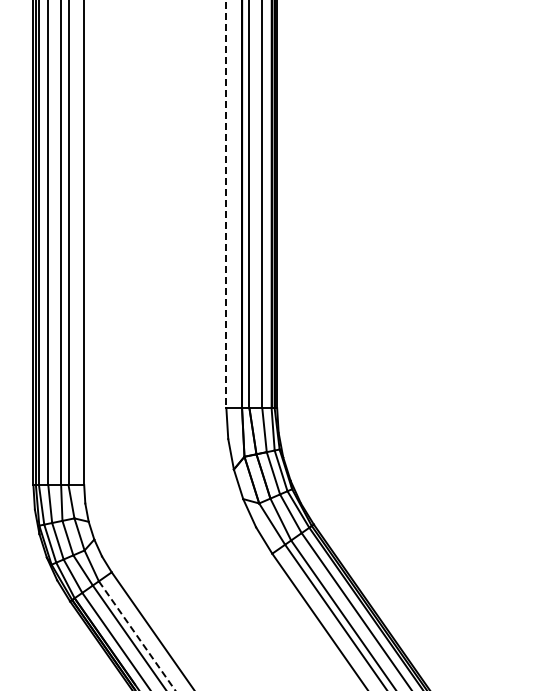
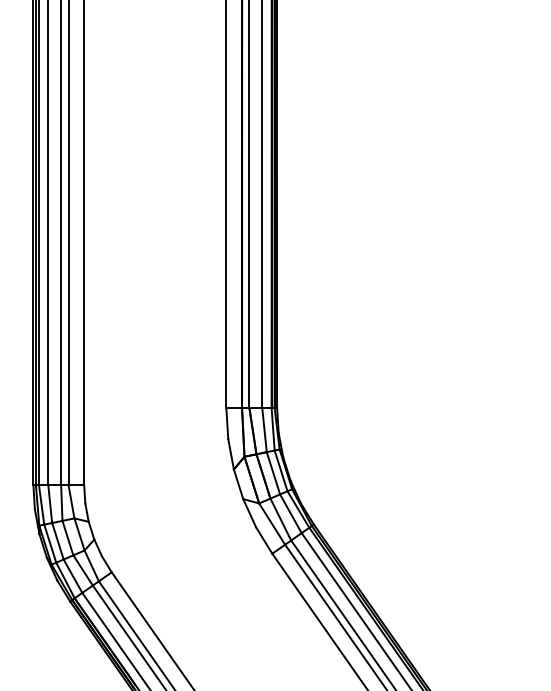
line at (226, 204): dashed -> solid
line at (137, 636): dashed -> solid
